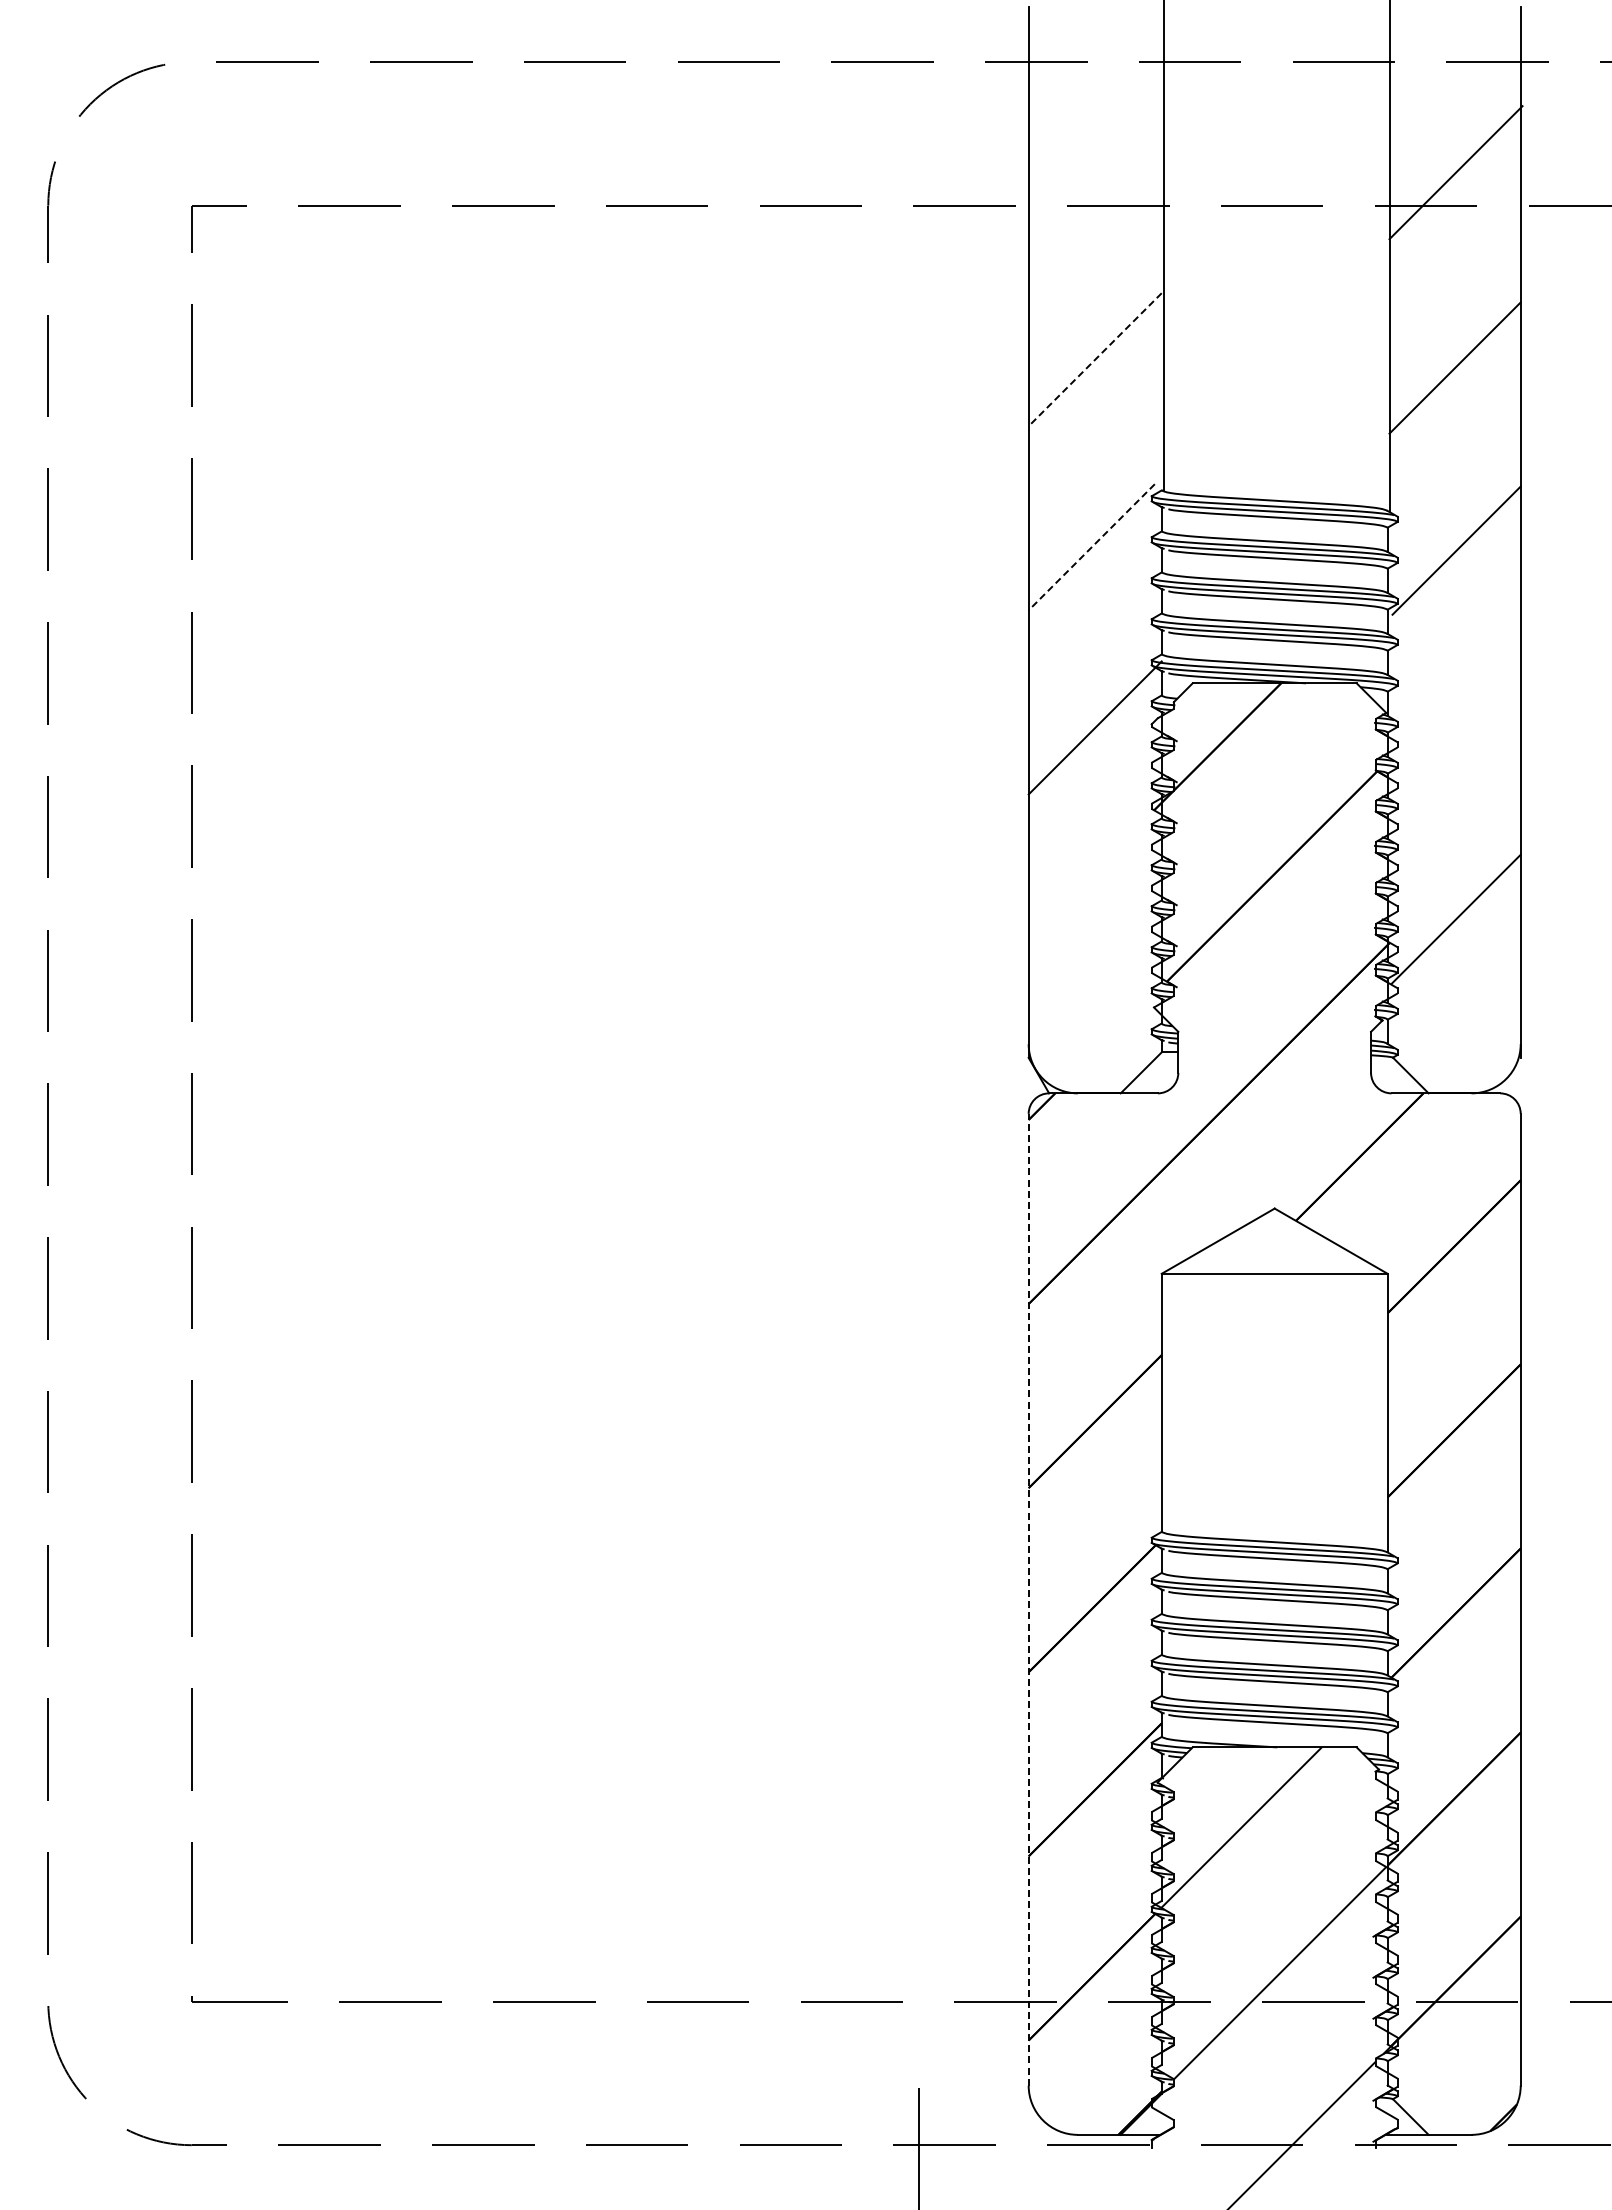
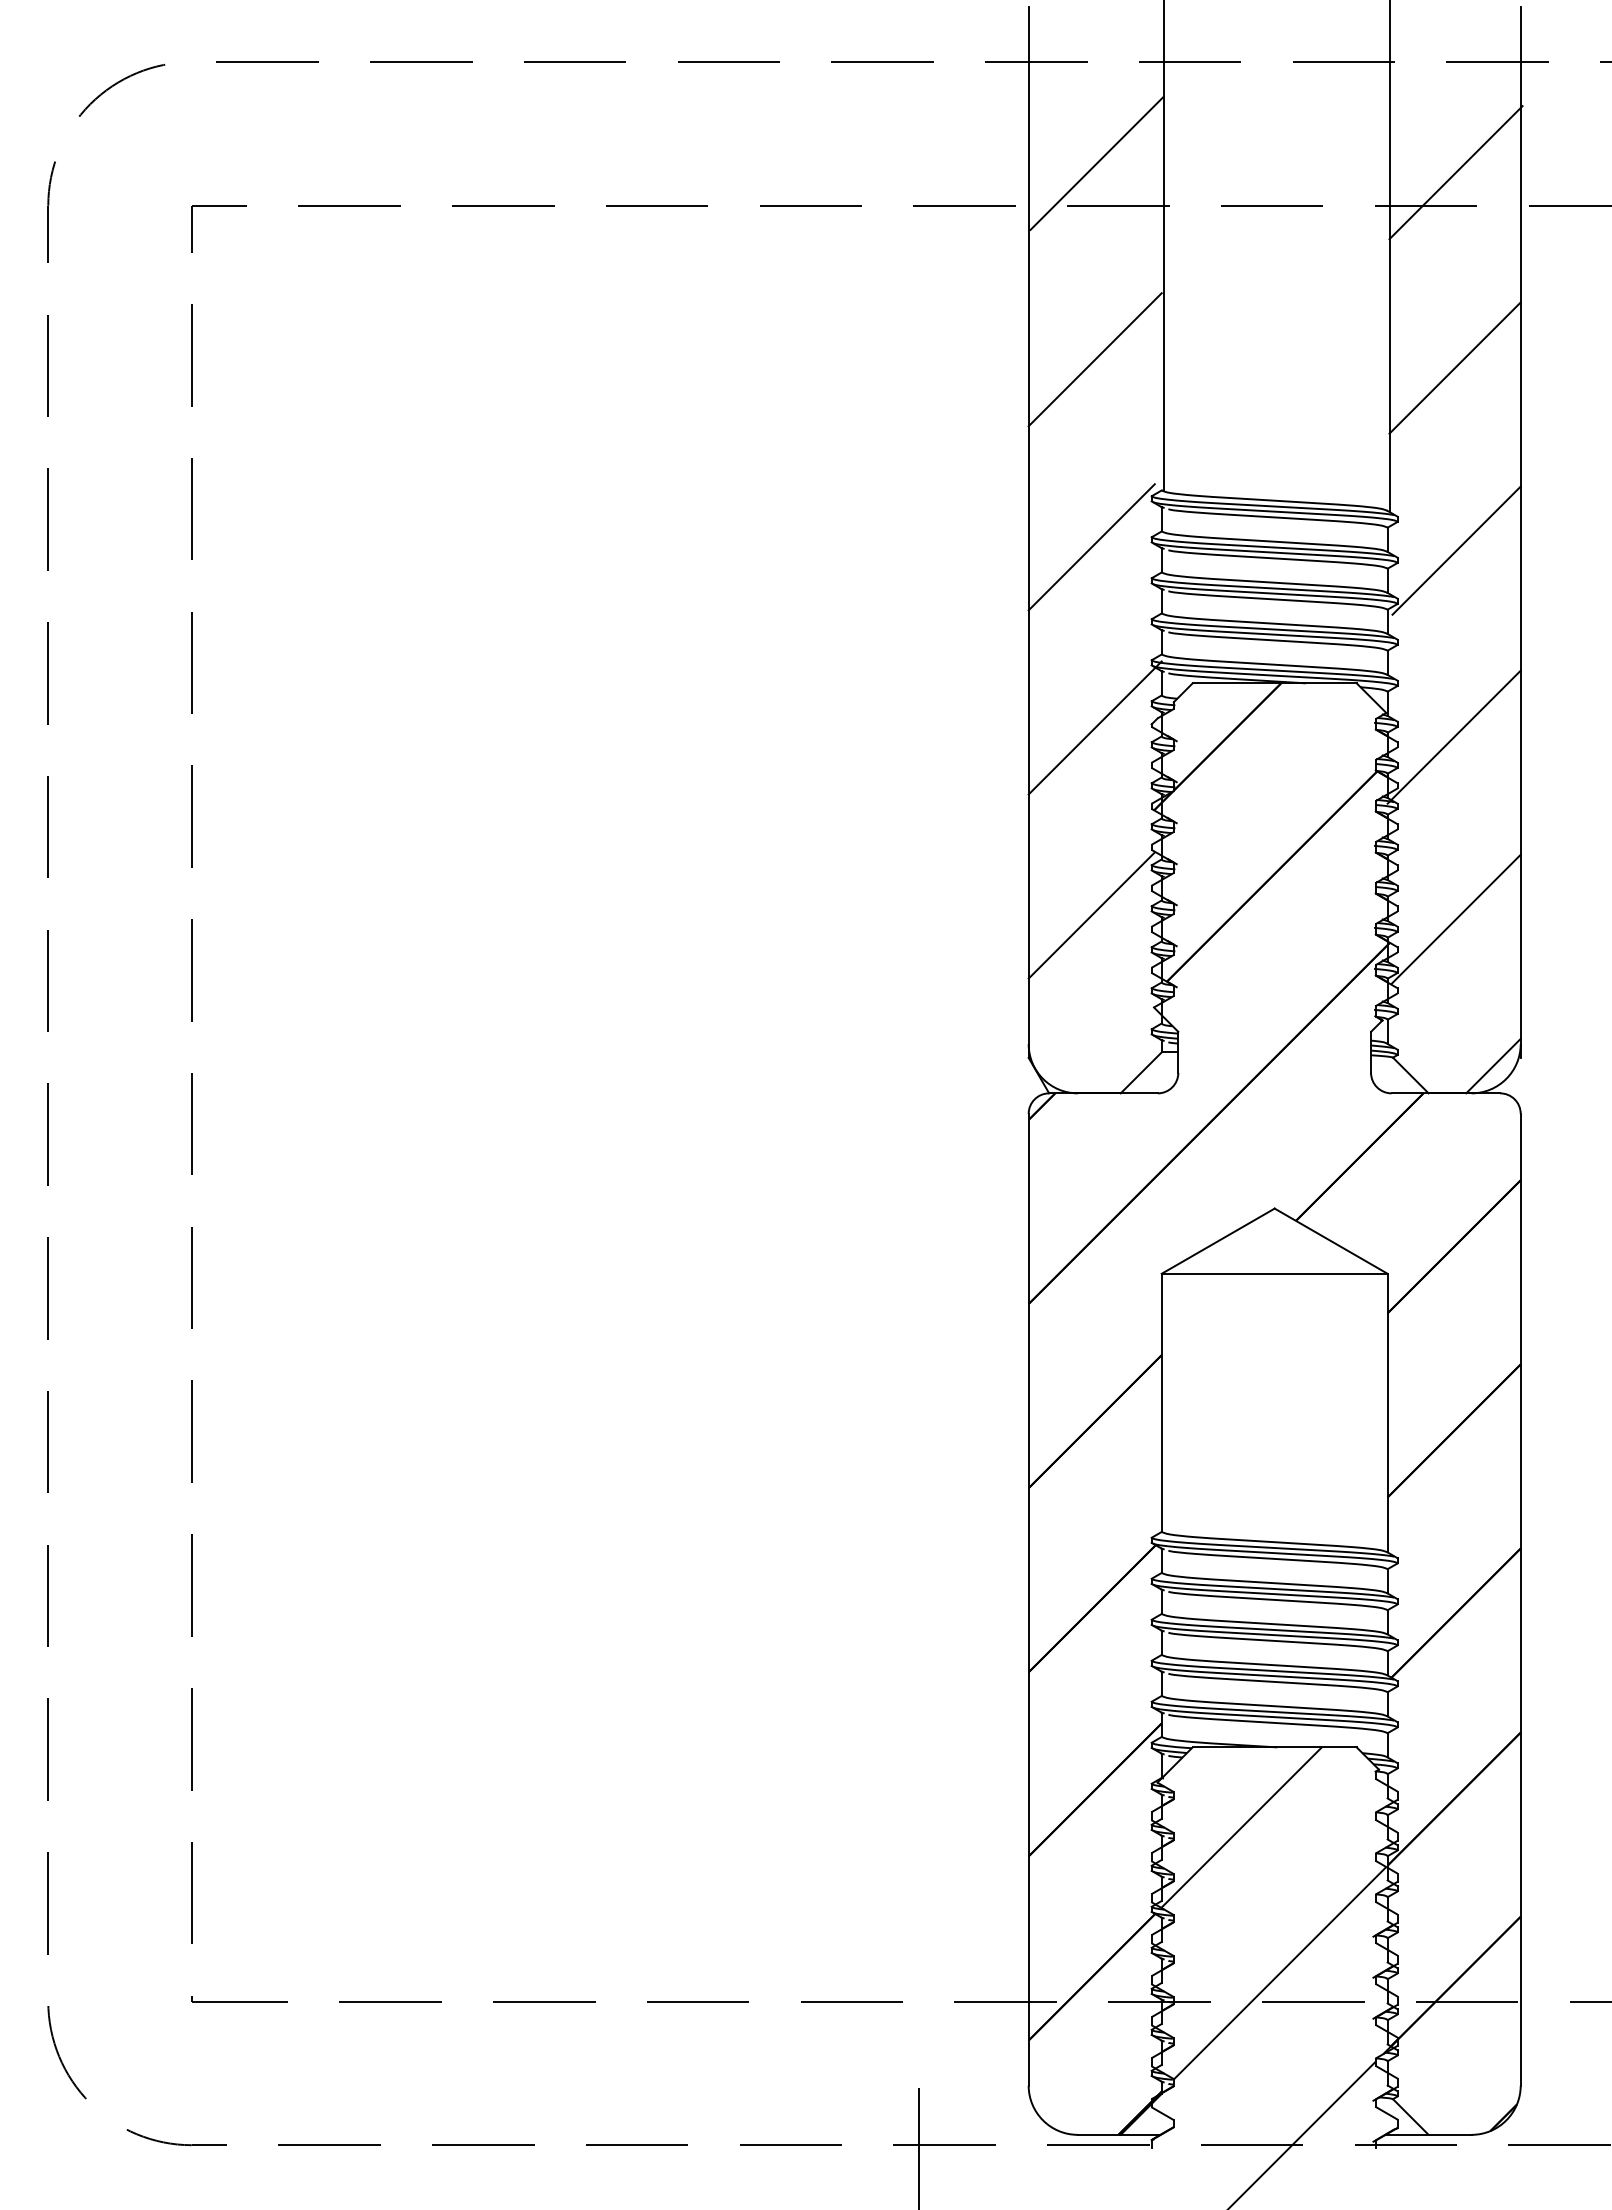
line at (1096, 162): none -> present
line at (1094, 360): dashed -> solid
line at (1091, 547): dashed -> solid
line at (1453, 736): none -> present
line at (1091, 915): none -> present
line at (1493, 1065): none -> present
line at (1028, 1599): dashed -> solid
